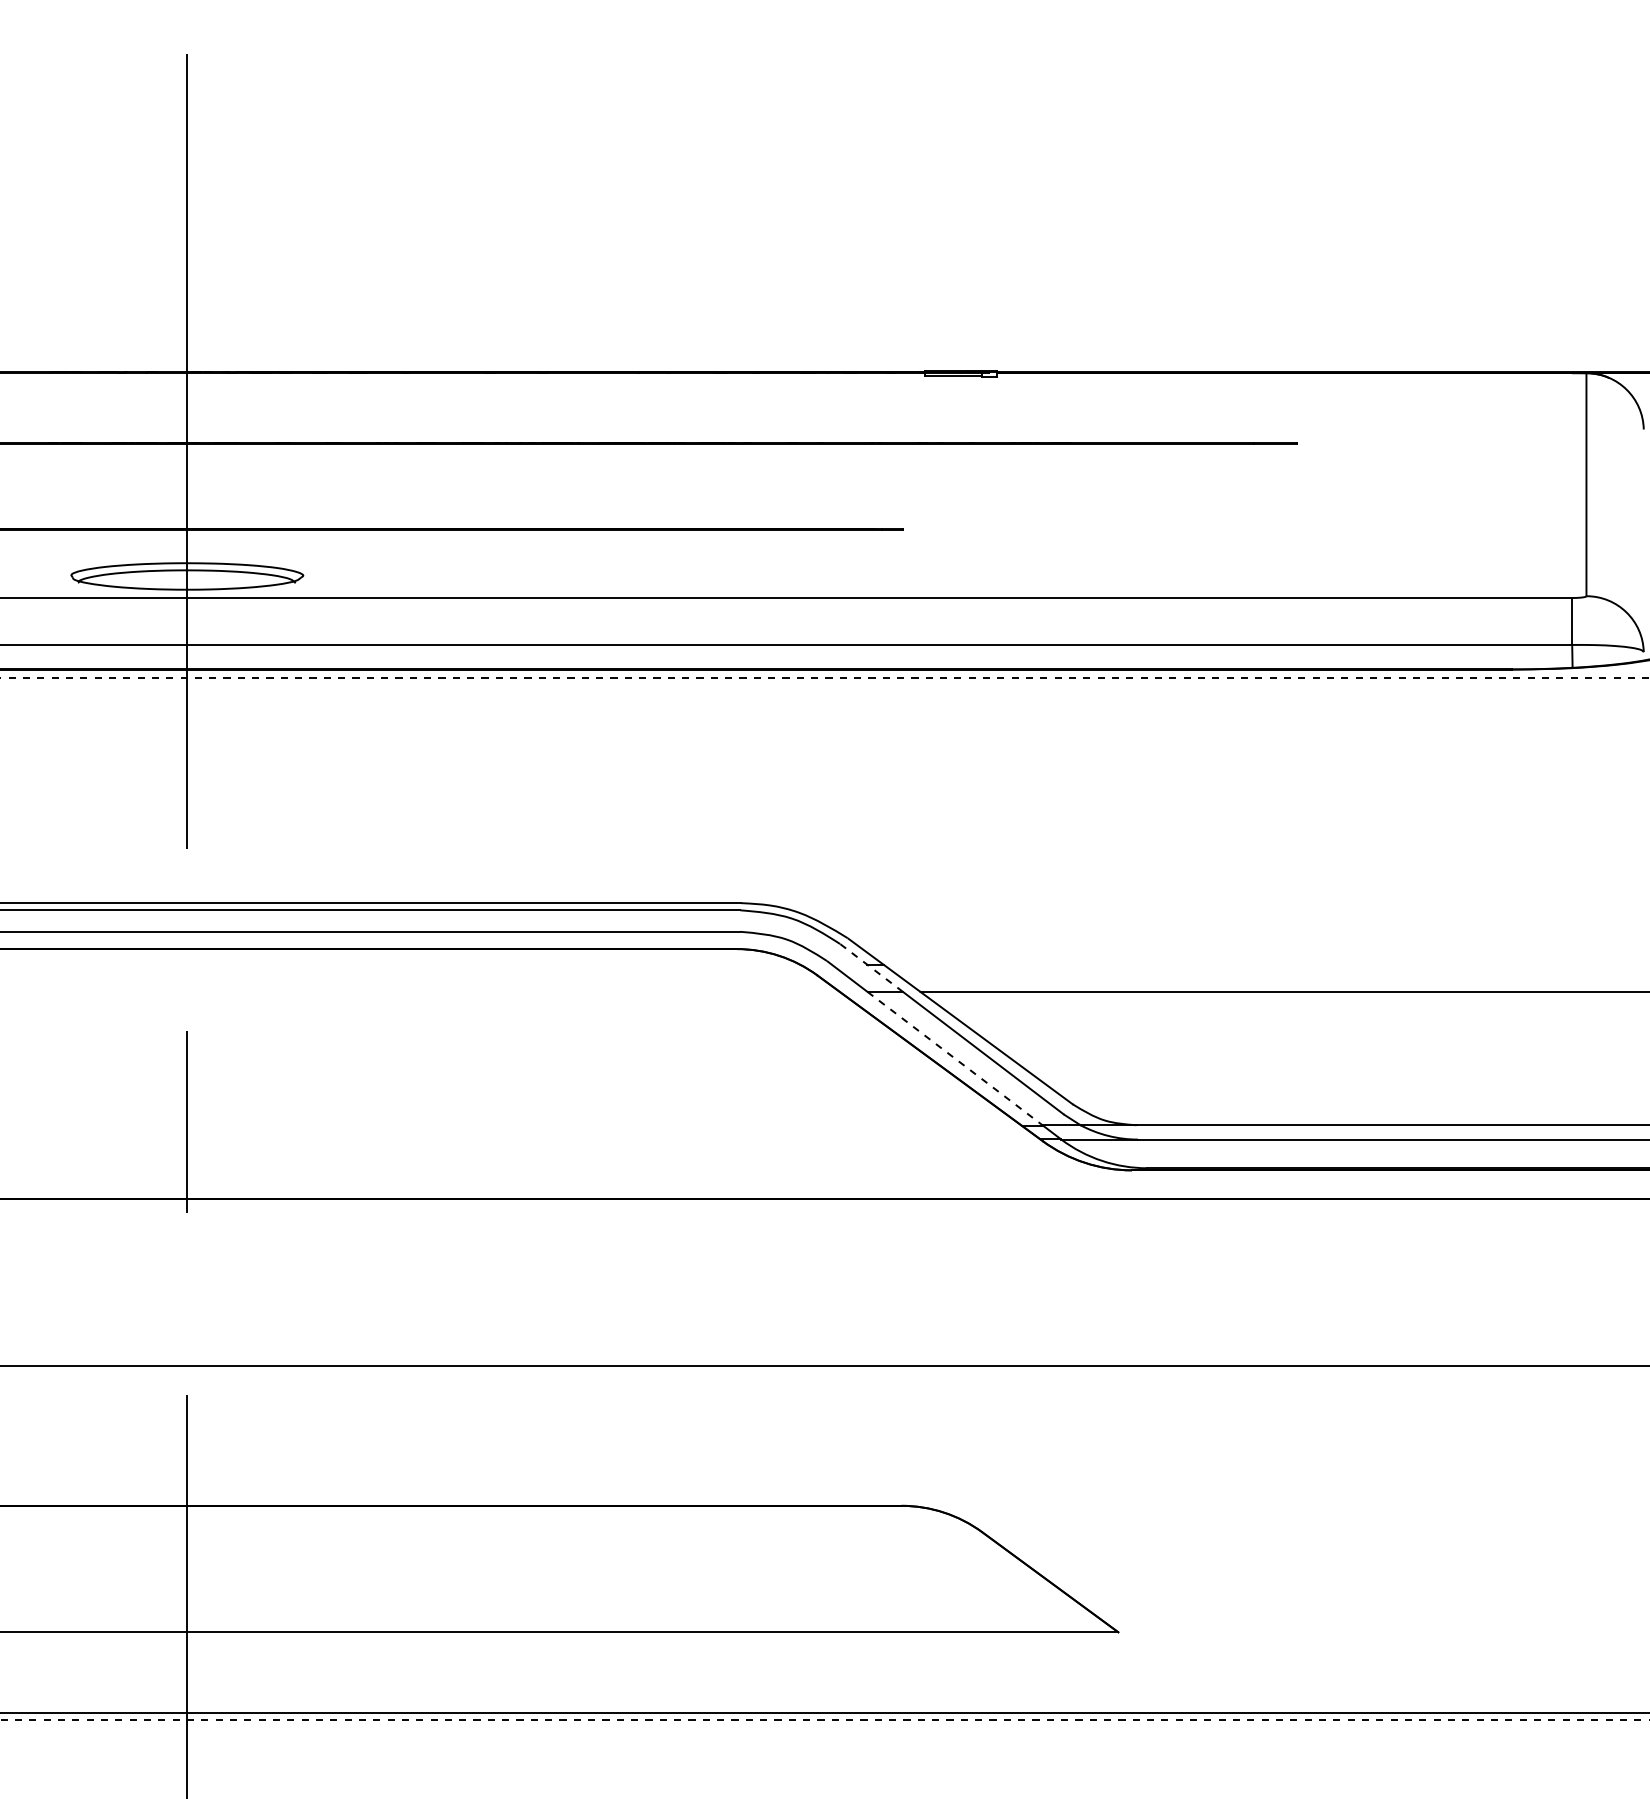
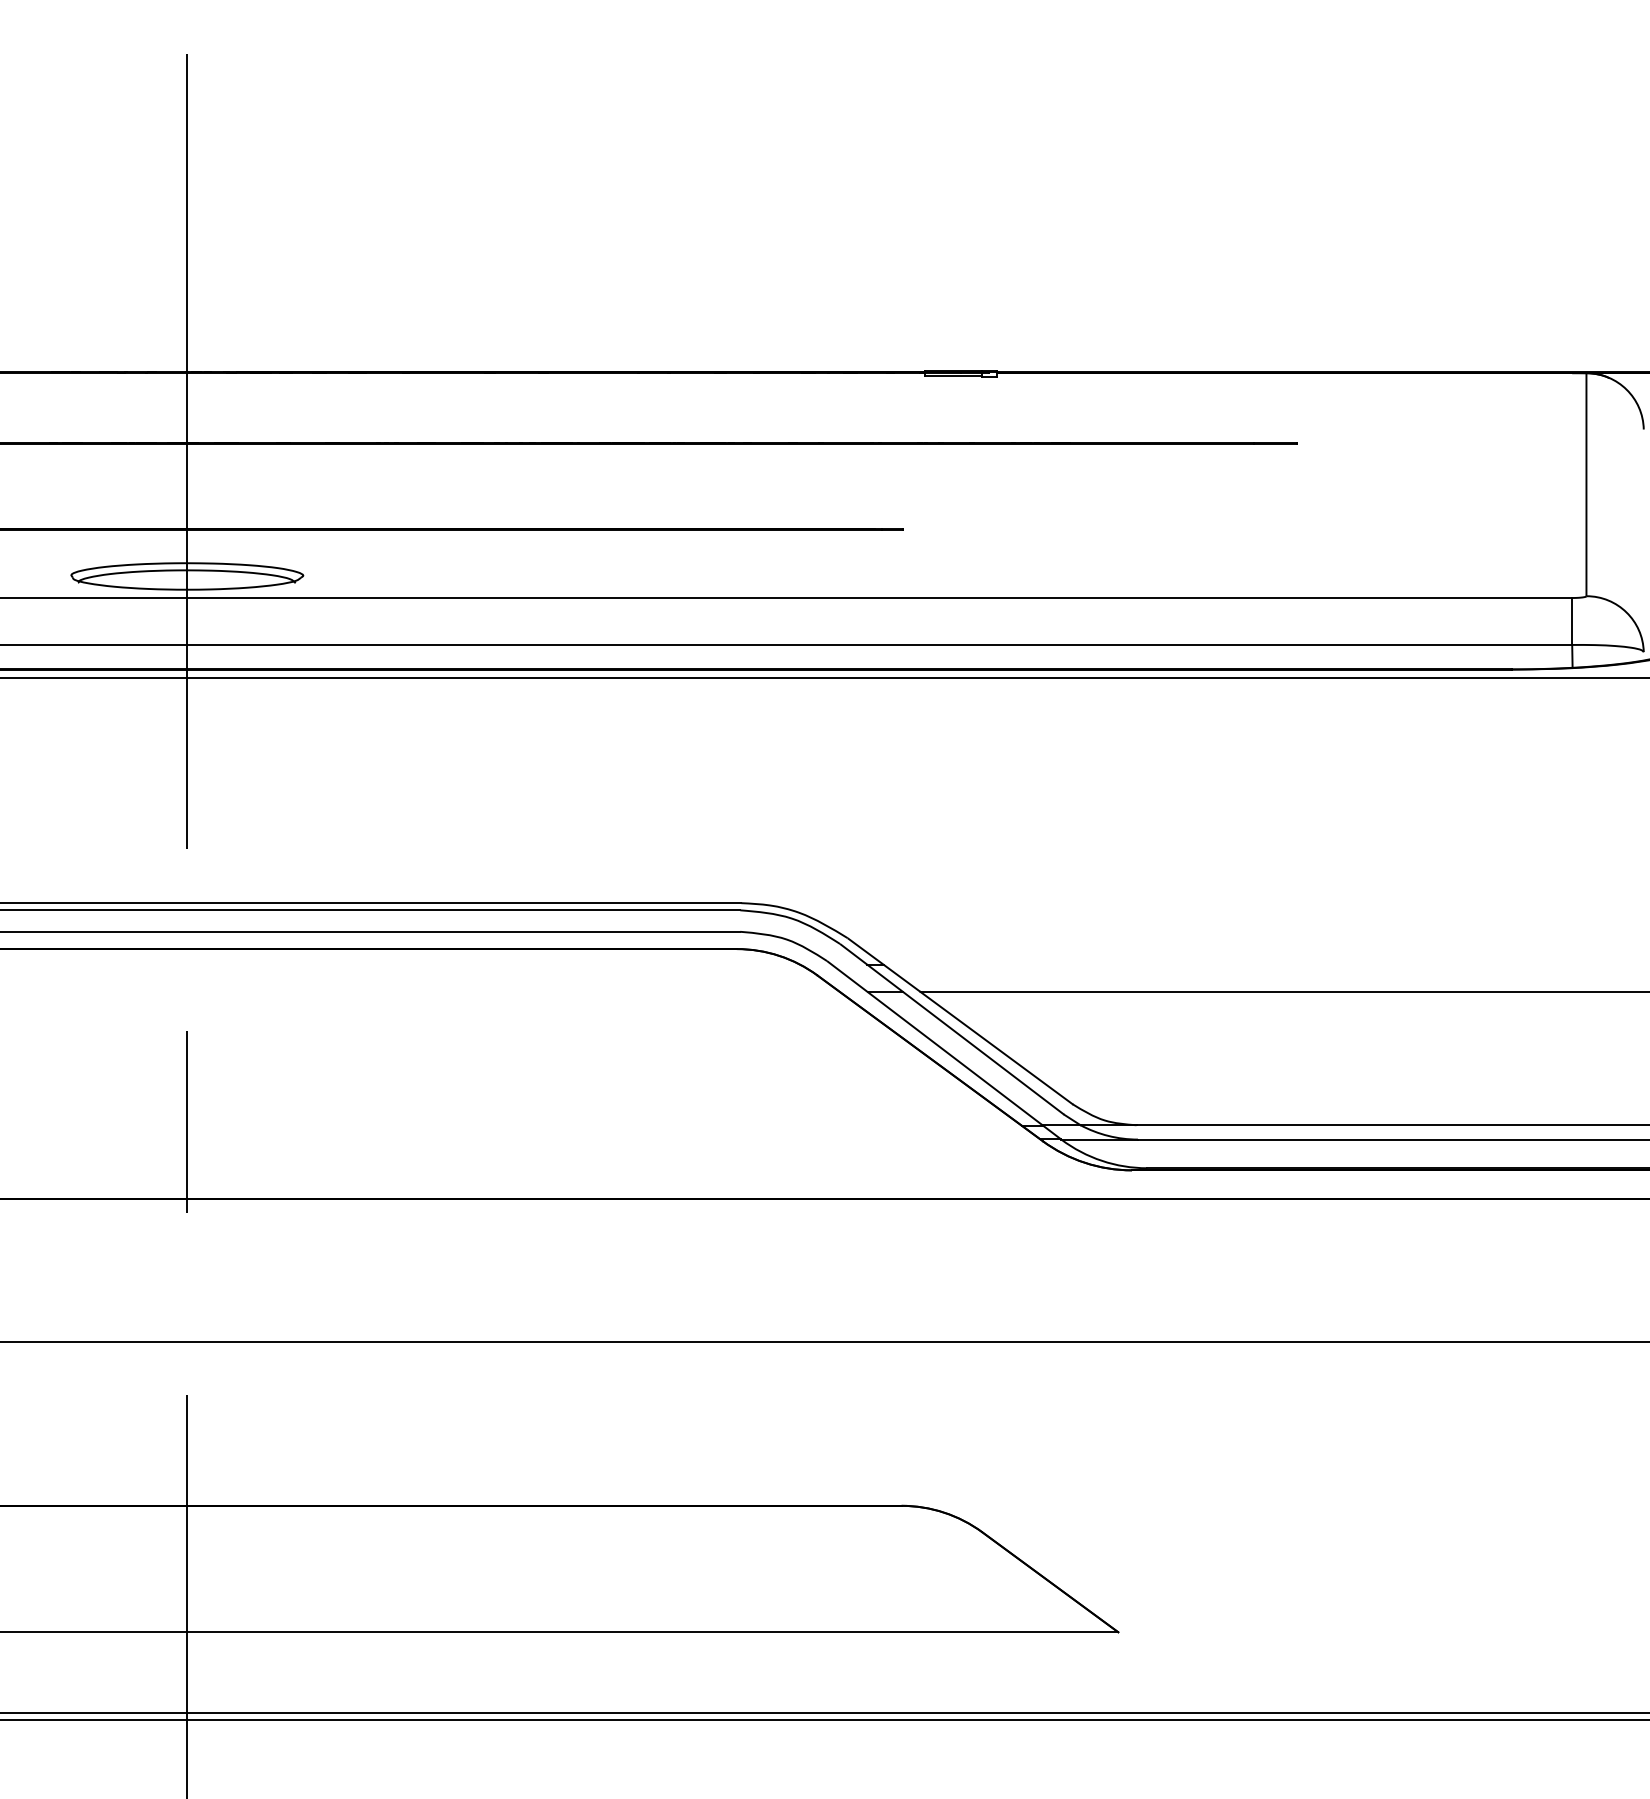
line at (825, 678): dashed -> solid
line at (871, 967): dashed -> solid
line at (955, 1058): dashed -> solid
line at (824, 1365) position: (824, 1365) -> (824, 1341)
line at (825, 1719): dashed -> solid
